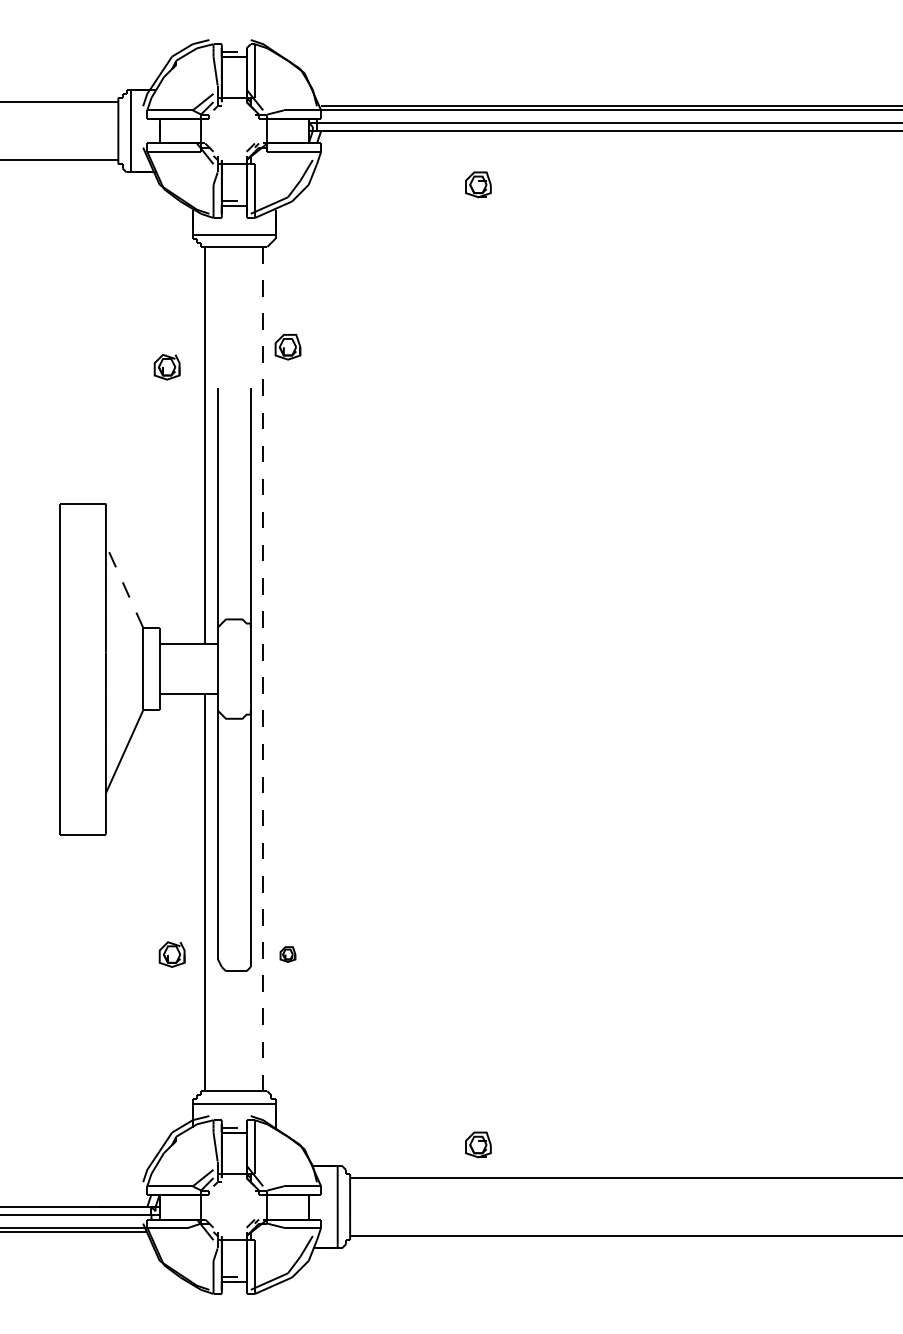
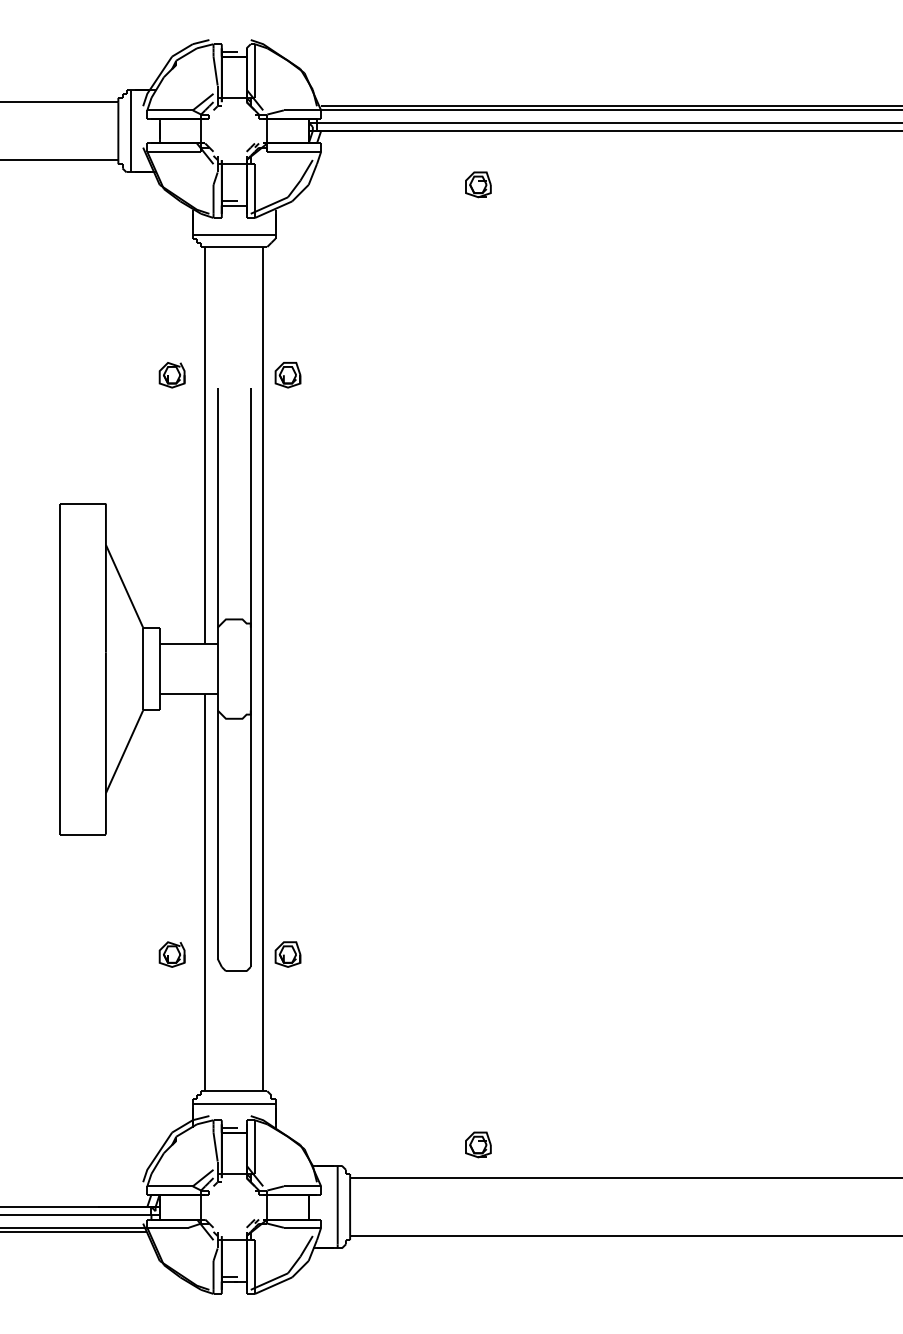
part at (287, 347) position: (287, 347) -> (287, 375)
part at (166, 367) position: (166, 367) -> (171, 375)
line at (124, 585): dashed -> solid
line at (263, 669): dashed -> solid
part at (287, 954) size: 18x17 px -> 28x27 px
